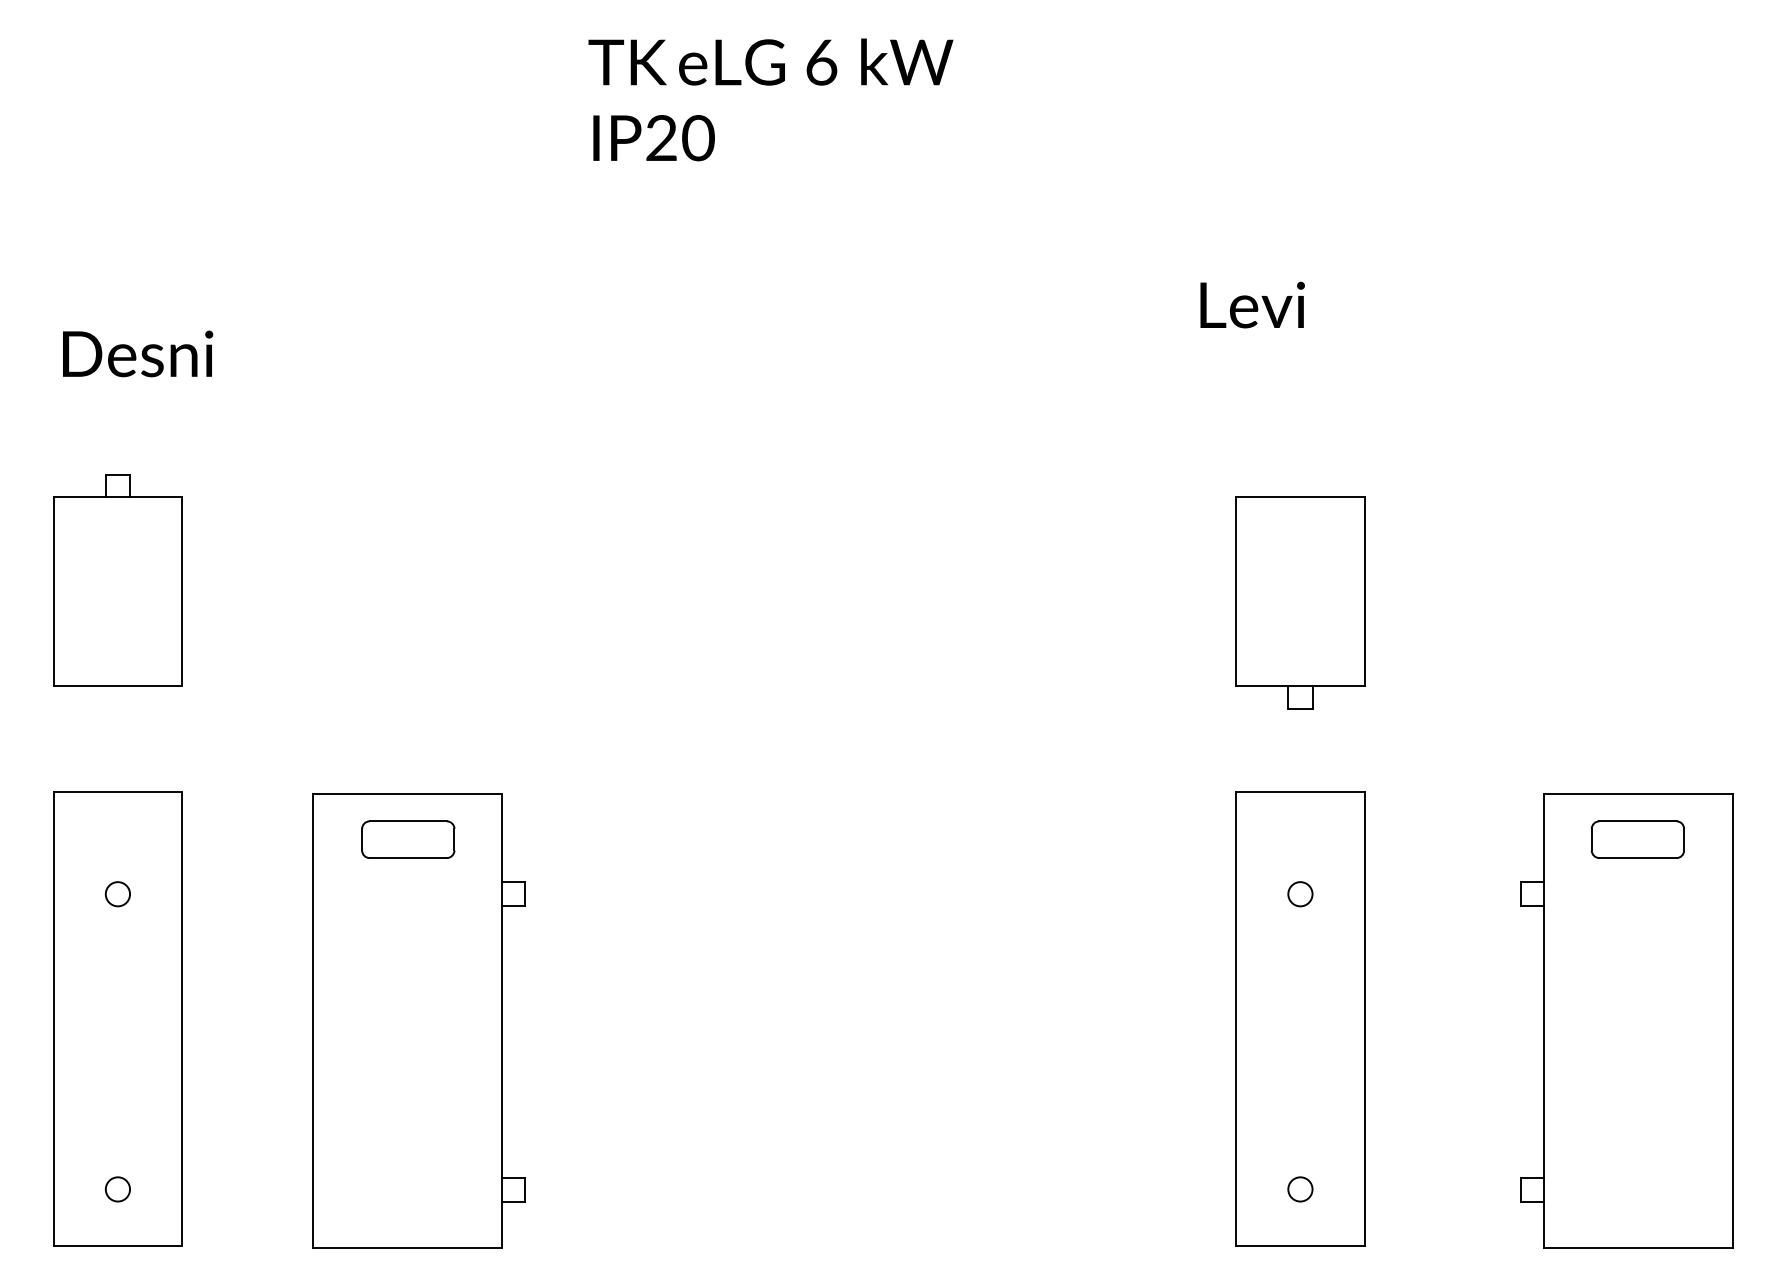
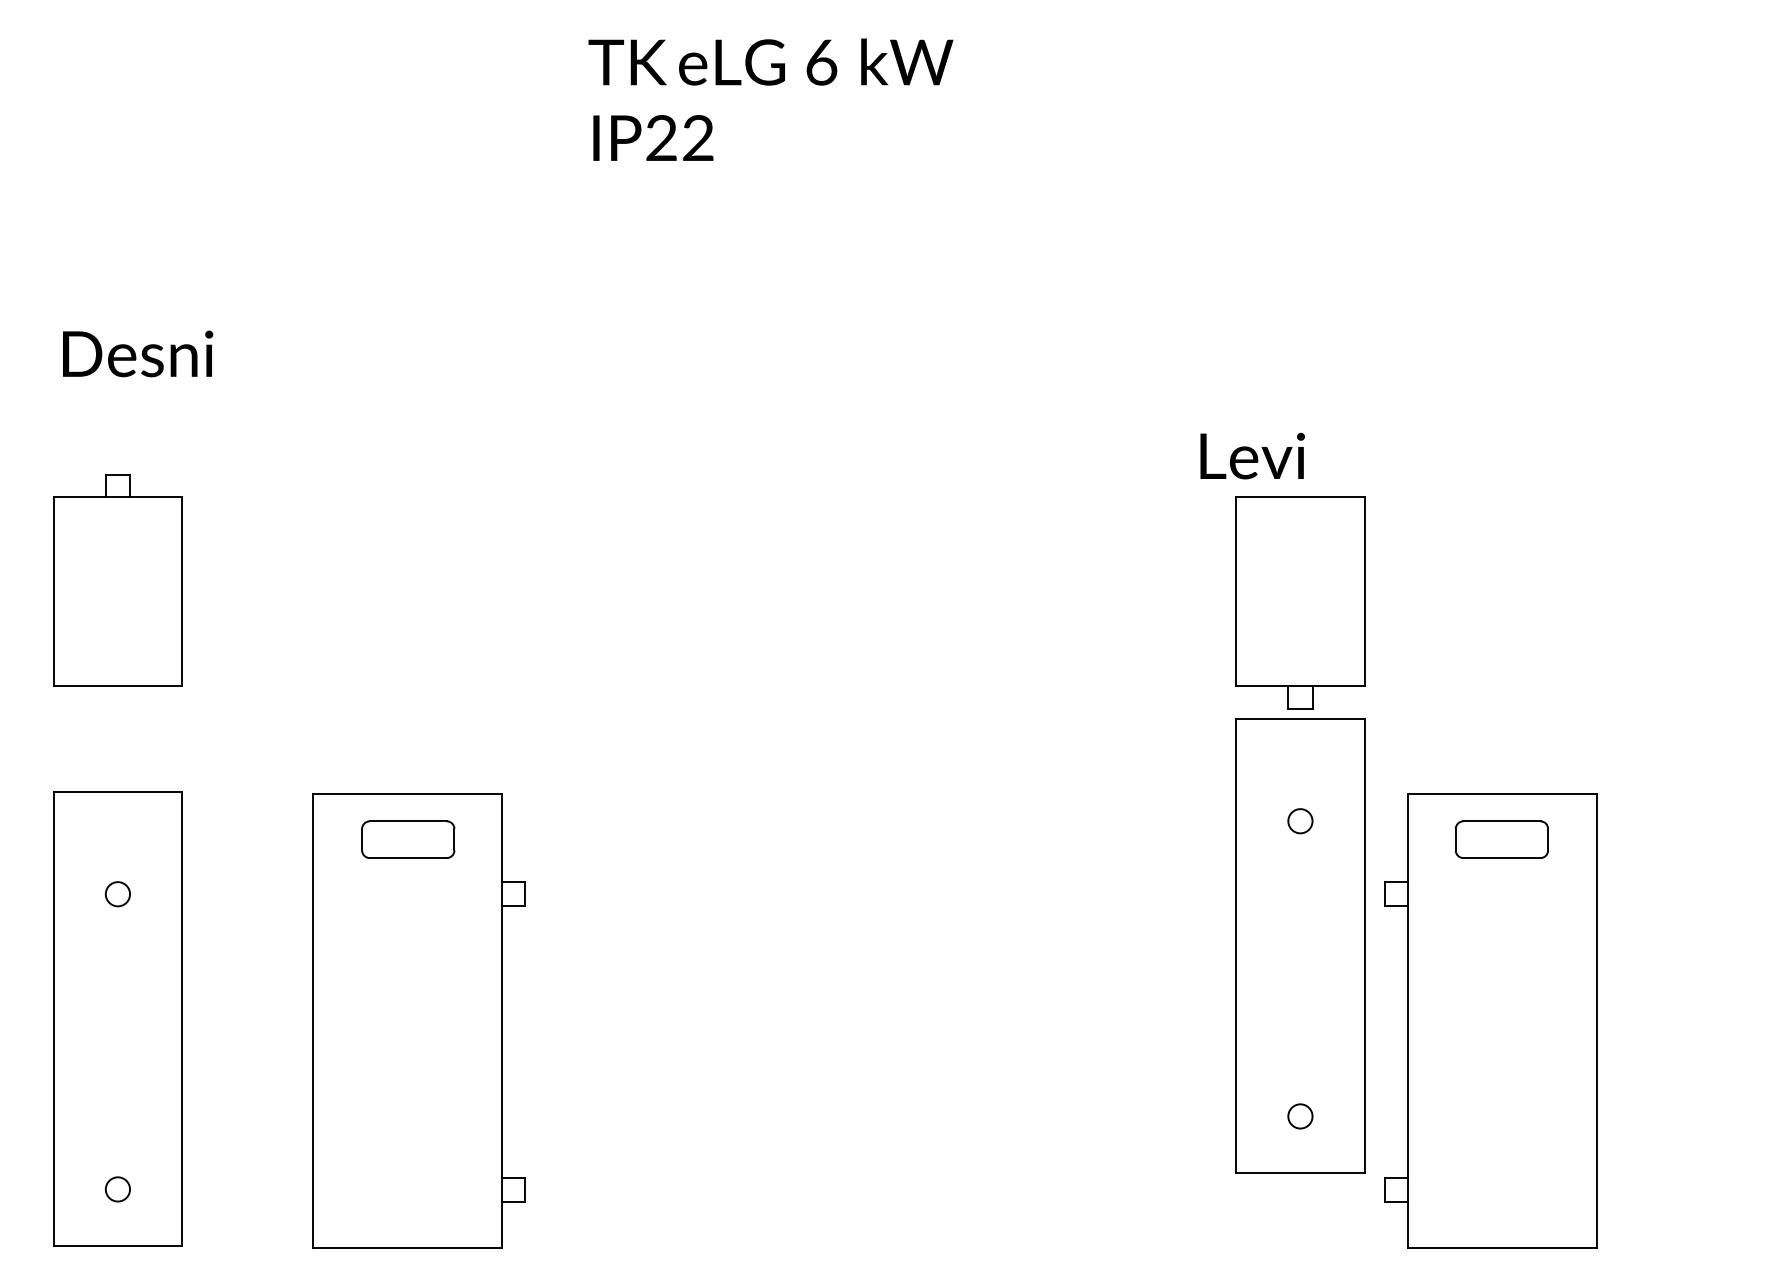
text at (698, 138): IP20 -> IP22
text at (1252, 304) position: (1252, 304) -> (1252, 455)
part at (1300, 1018) position: (1300, 1018) -> (1300, 945)
part at (1626, 1020) position: (1626, 1020) -> (1490, 1020)
